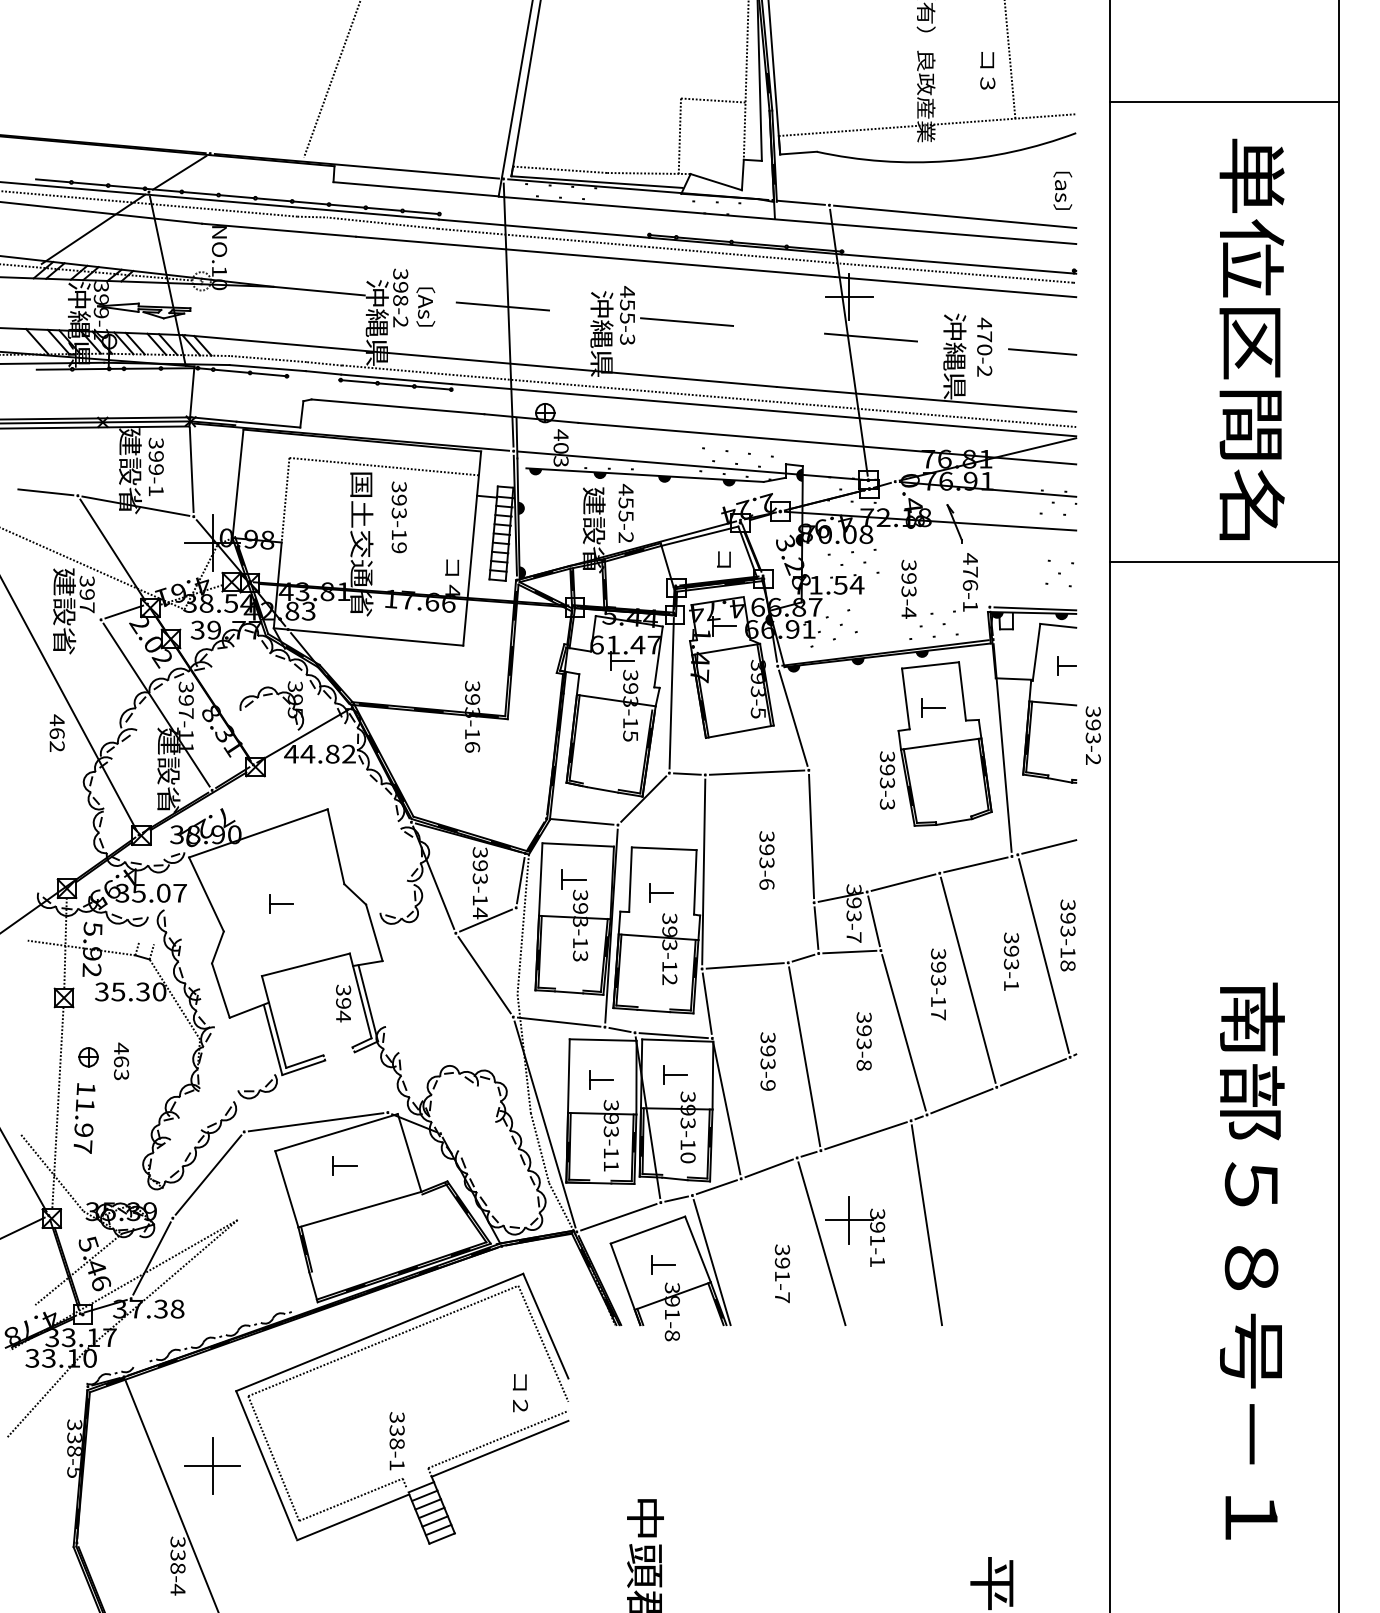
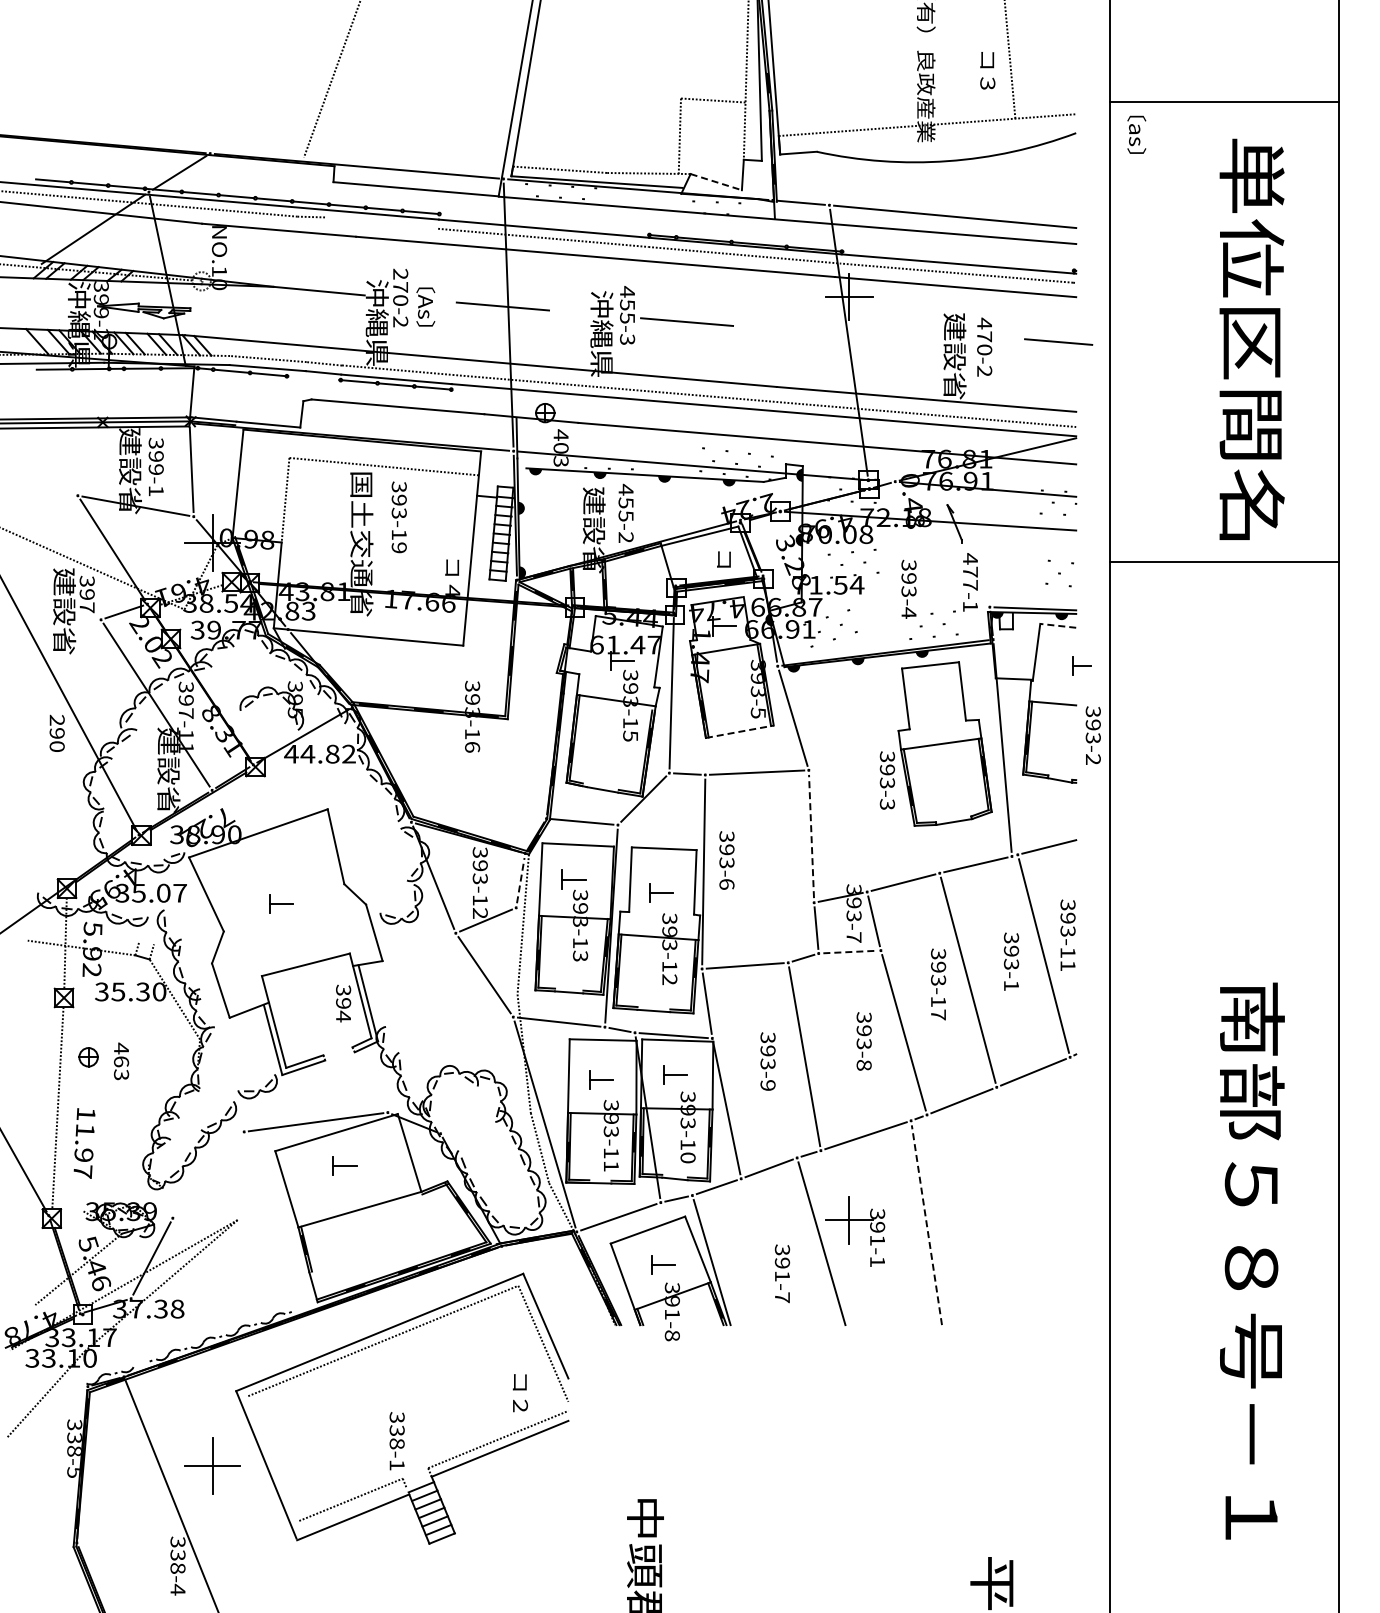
line at (716, 182): solid -> dashed
text at (1062, 190) position: (1062, 190) -> (1136, 134)
line at (382, 222): present -> none
text at (400, 286): 398-2 -> 270-2
line at (871, 337): present -> none
line at (1042, 351) position: (1042, 351) -> (1058, 341)
text at (954, 356): 沖縄県 -> 建設省
line at (45, 492): present -> none
text at (970, 585): 476-1 -> 477-1
line at (1057, 625): solid -> dashed
part at (1066, 665) position: (1066, 665) -> (1081, 665)
part at (933, 707): present -> none
line at (740, 731): solid -> dashed
text at (56, 732): 462 -> 290
line at (811, 836): solid -> dashed
text at (766, 860) position: (766, 860) -> (726, 860)
line at (520, 880): solid -> dashed
text at (480, 913): 393-14 -> 393-12
line at (849, 952): solid -> dashed
text at (1067, 965): 393-18 -> 393-11
text at (84, 1118) position: (84, 1118) -> (84, 1143)
line at (52, 1172): present -> none
line at (208, 1174): present -> none
line at (926, 1225): solid -> dashed
line at (23, 1227): present -> none
line at (273, 1458): present -> none
